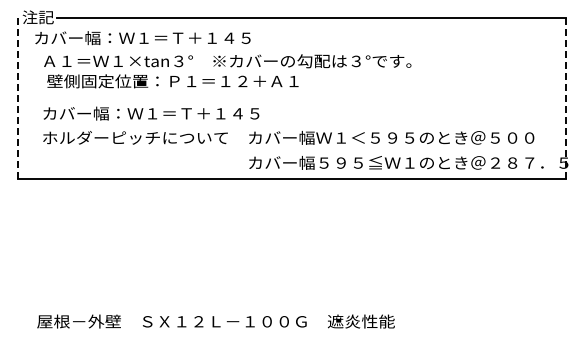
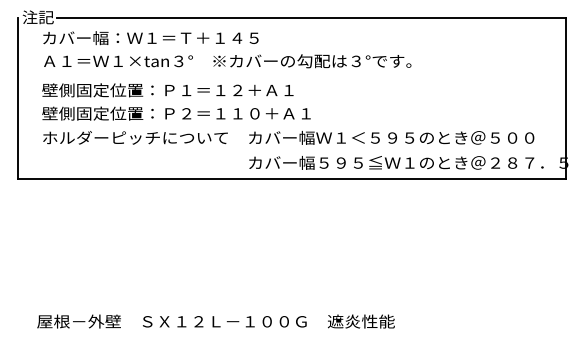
text at (142, 38) position: (142, 38) -> (150, 38)
text at (172, 81) position: (172, 81) -> (167, 90)
line at (17, 98): dashed -> solid
line at (566, 98): dashed -> solid
text at (176, 113): カバー幅：Ｗ１＝Ｔ＋１４５ -> 壁側固定位置：Ｐ２＝１１０＋Ａ１
